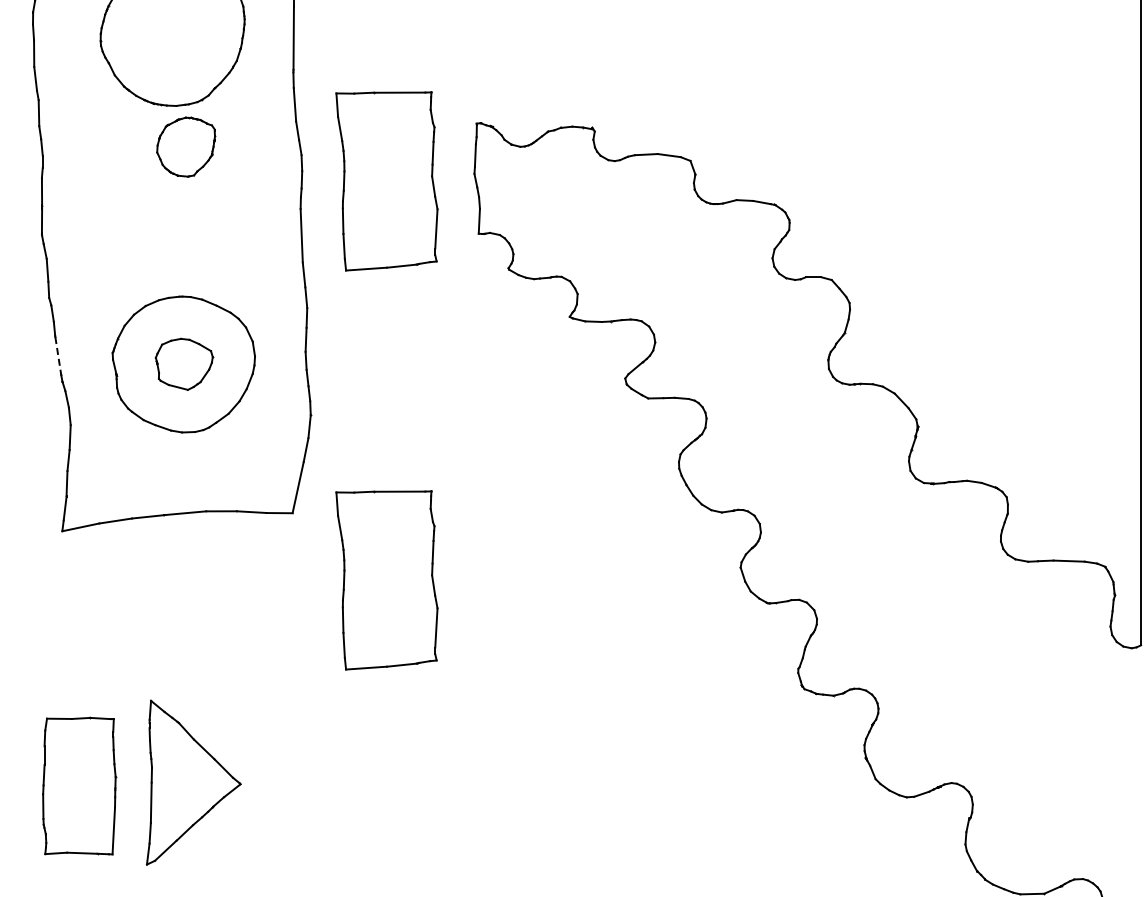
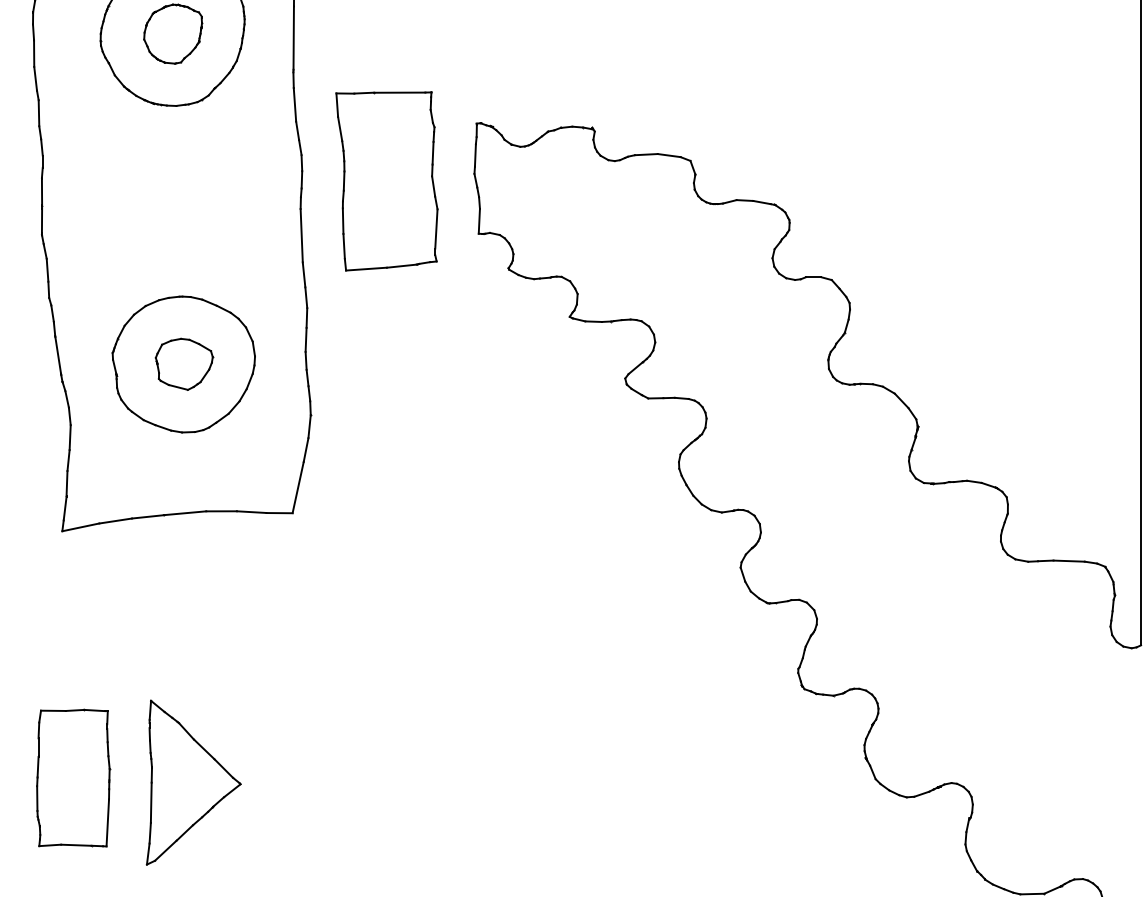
part at (186, 146) position: (186, 146) -> (173, 33)
line at (58, 355): dashed -> solid
part at (386, 580): present -> none
part at (79, 785) position: (79, 785) -> (73, 777)
